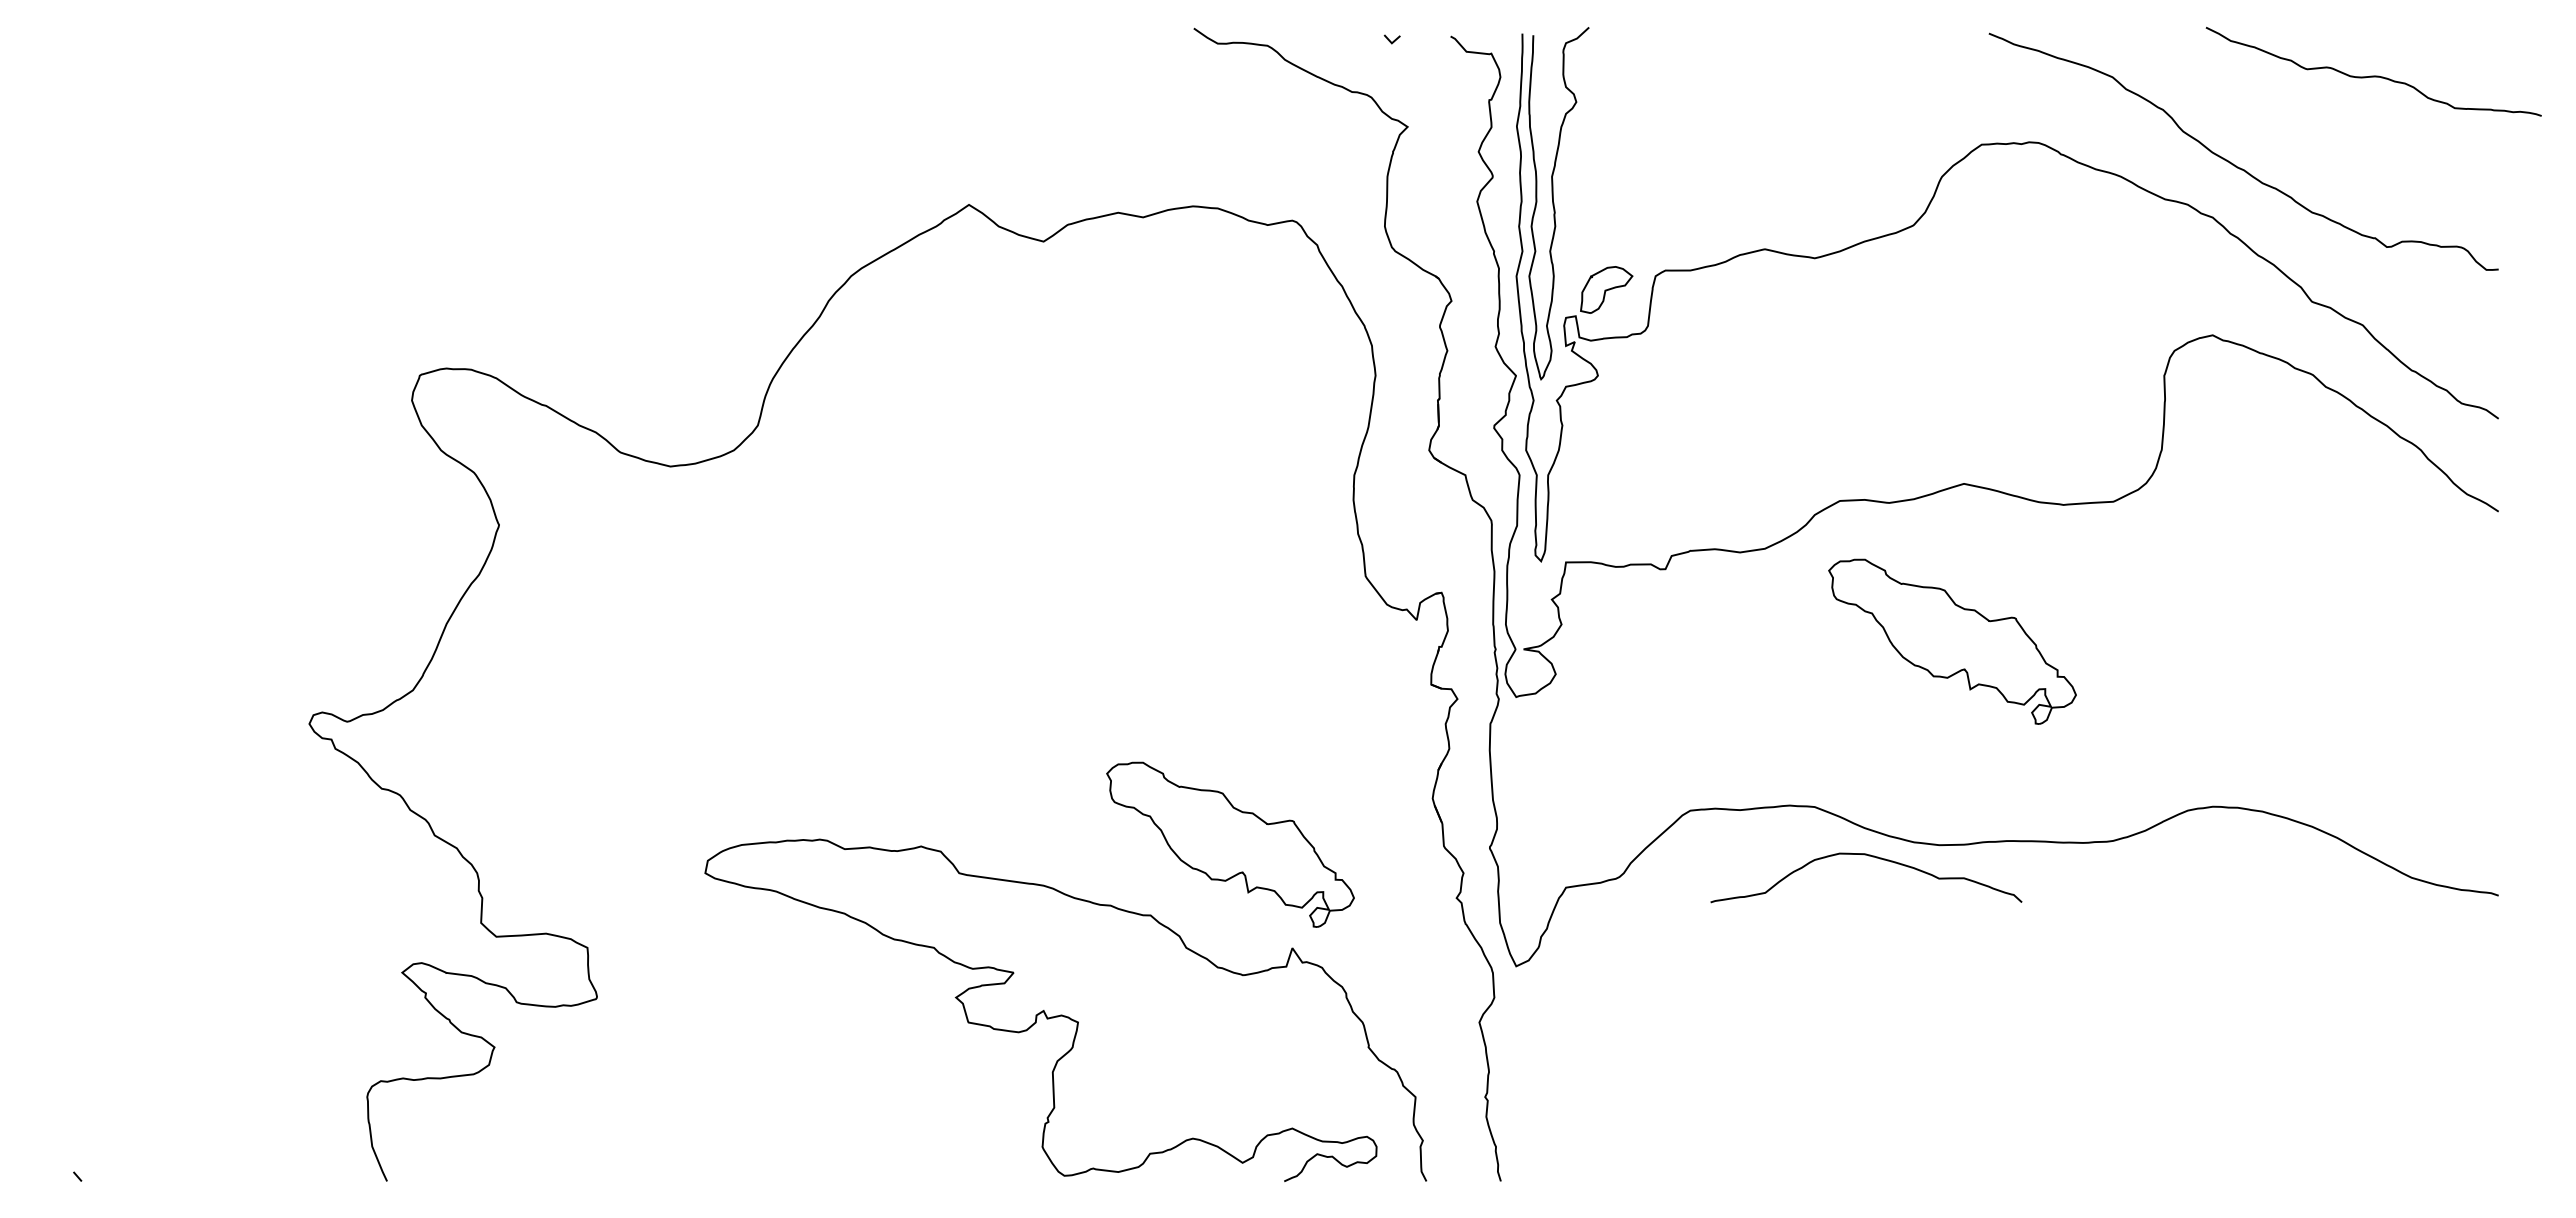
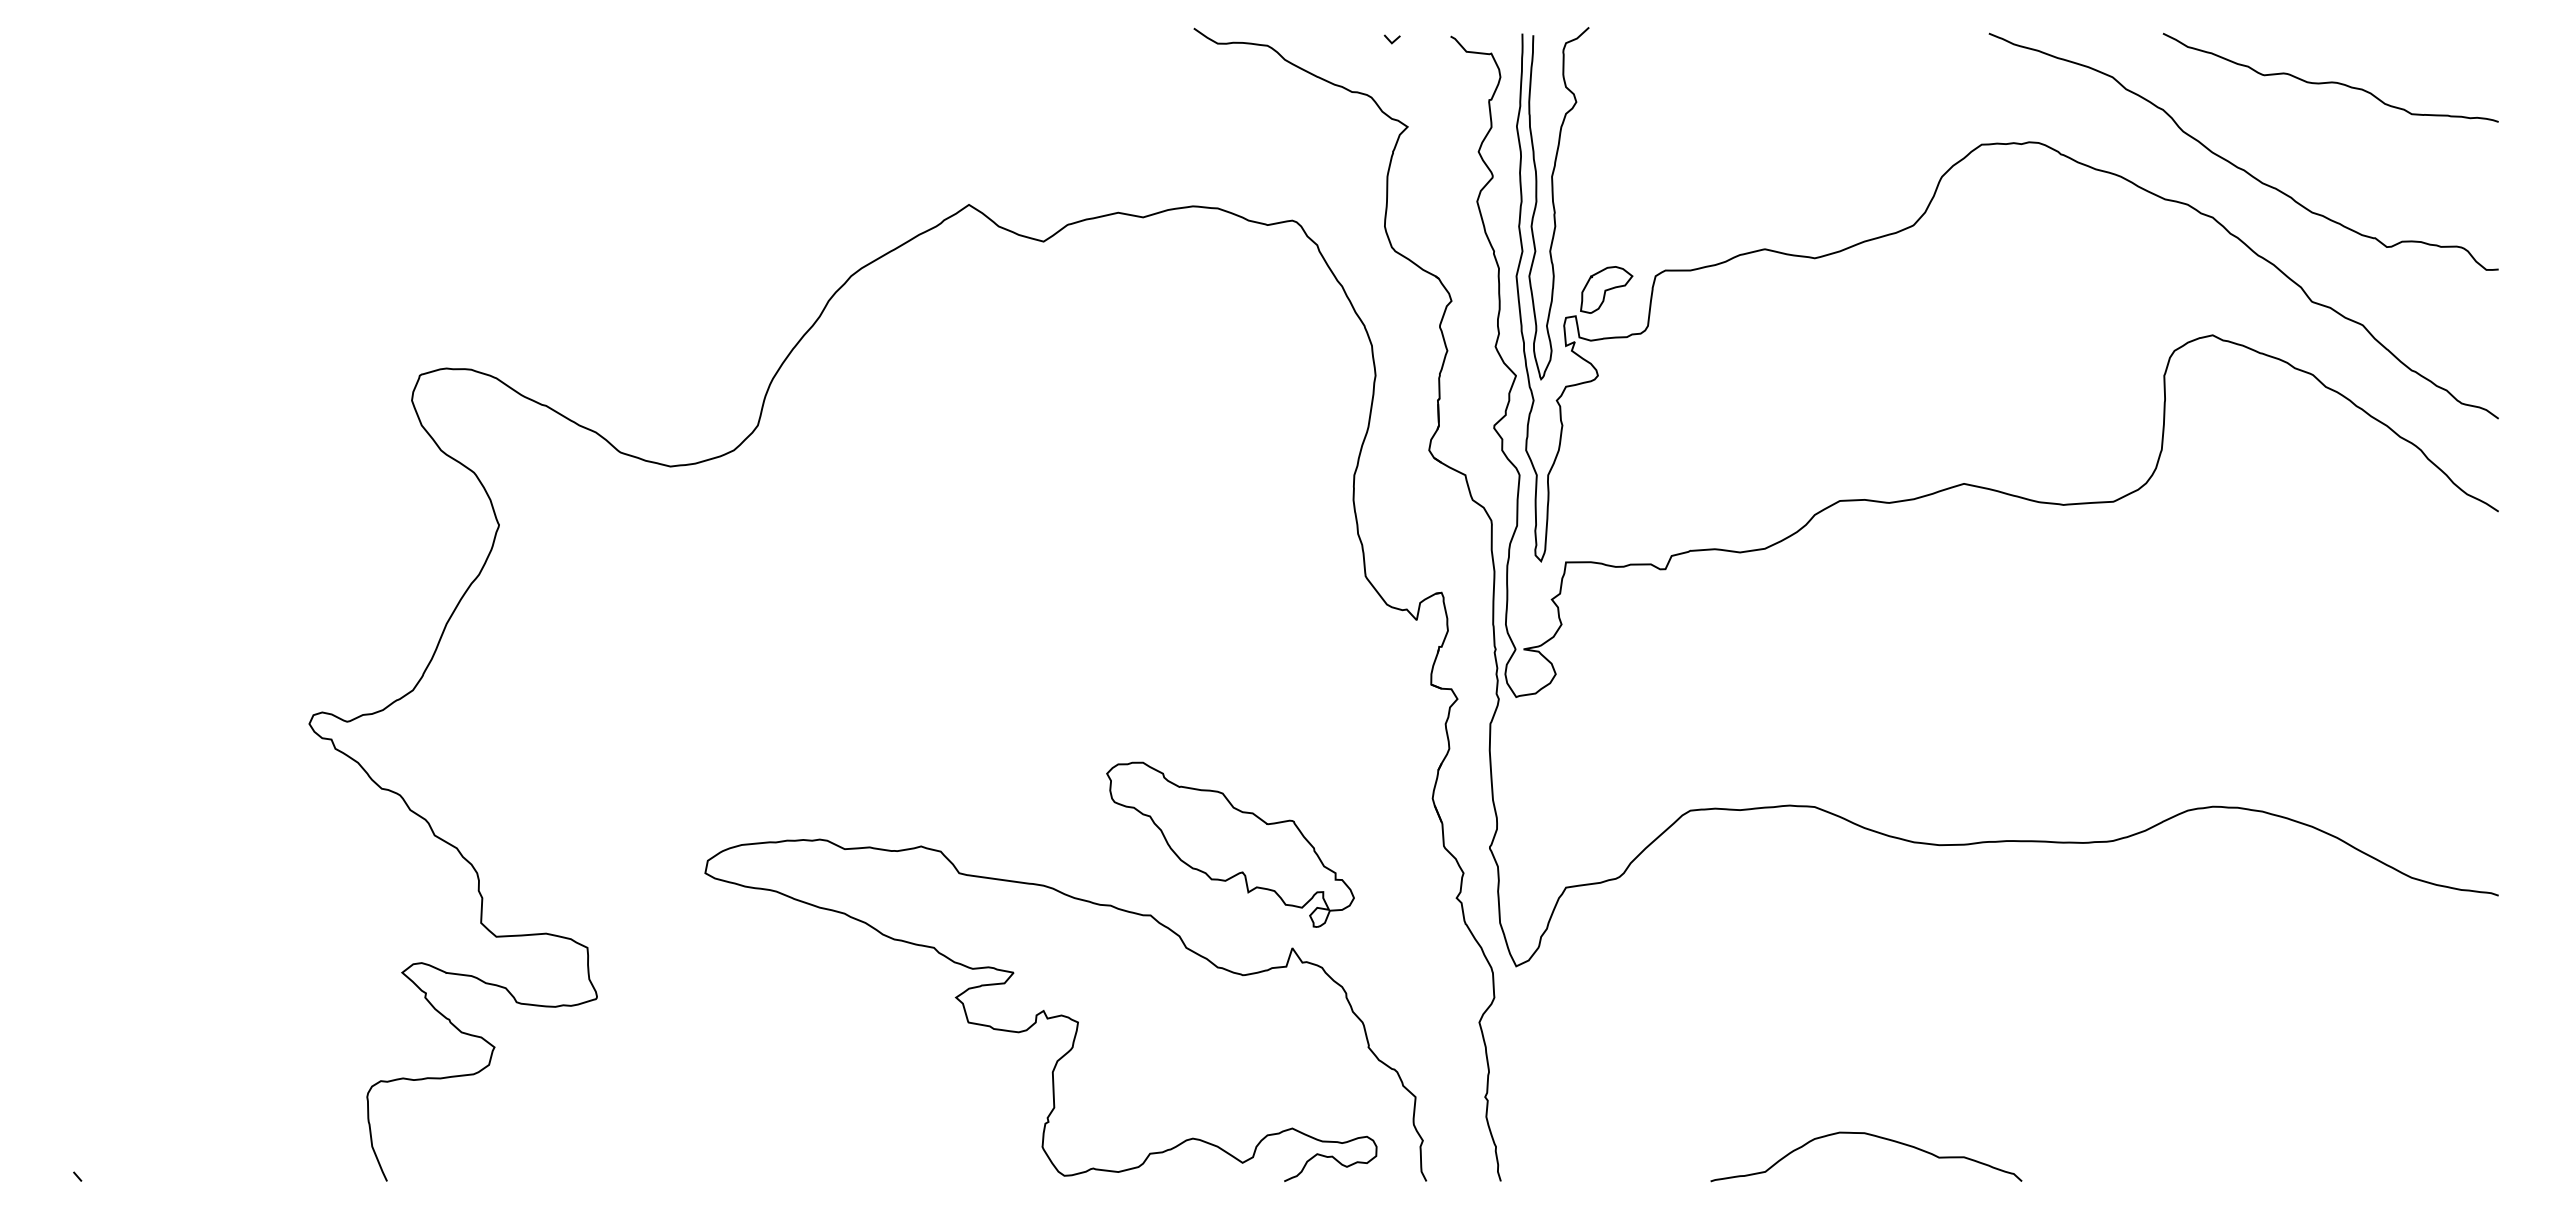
curve at (2373, 75) position: (2373, 75) -> (2330, 81)
part at (1952, 641): present -> none
curve at (1872, 857) position: (1872, 857) -> (1872, 1136)
